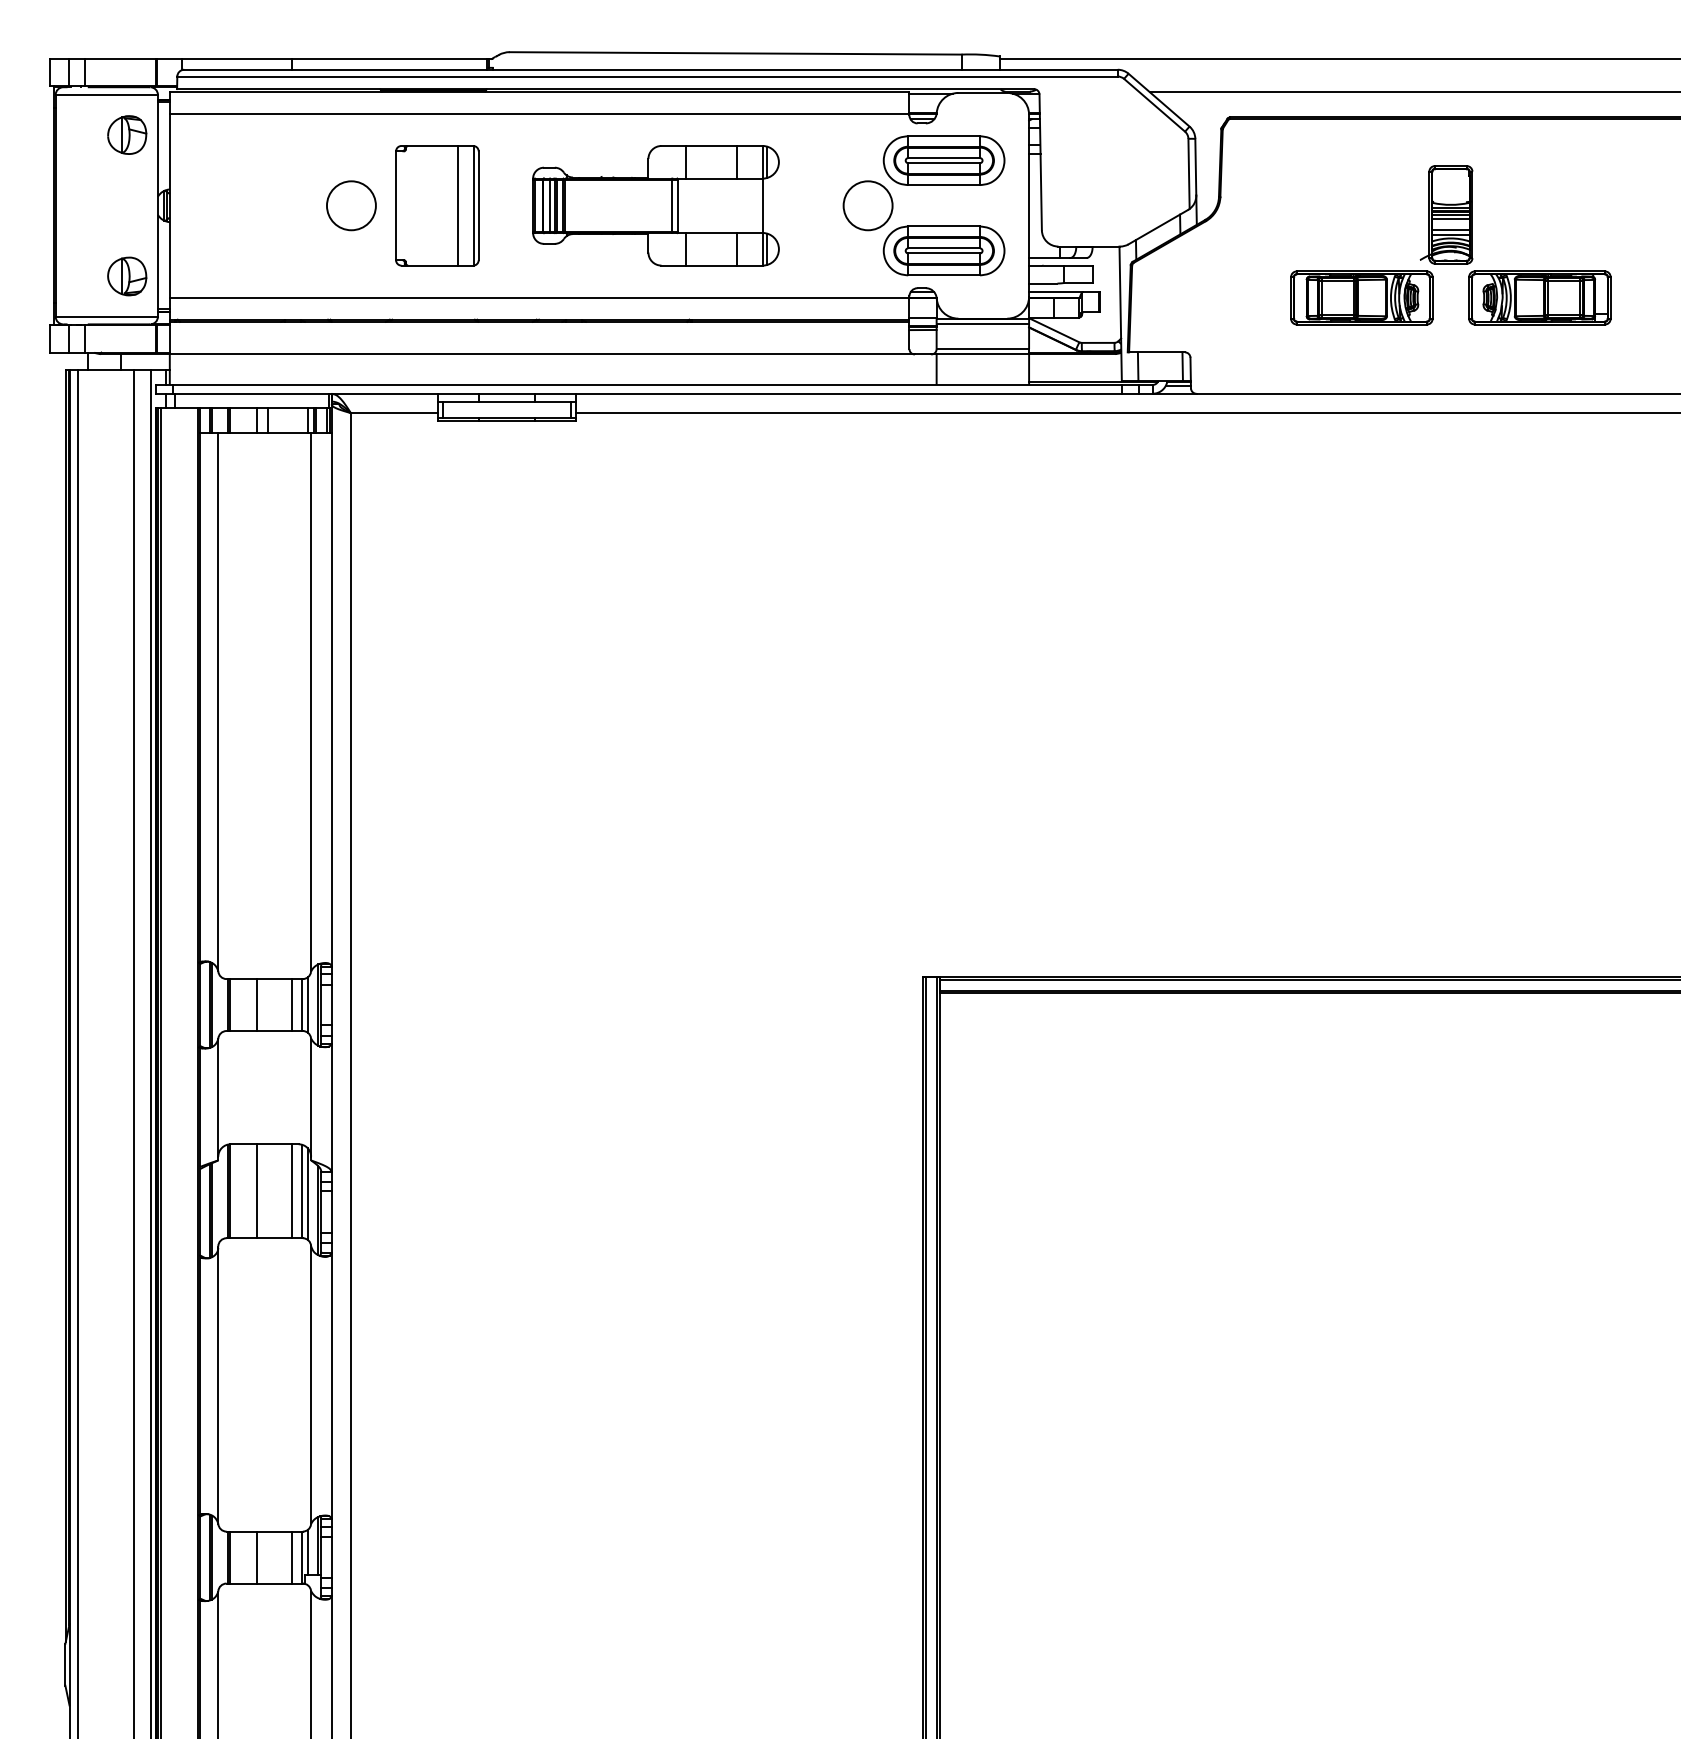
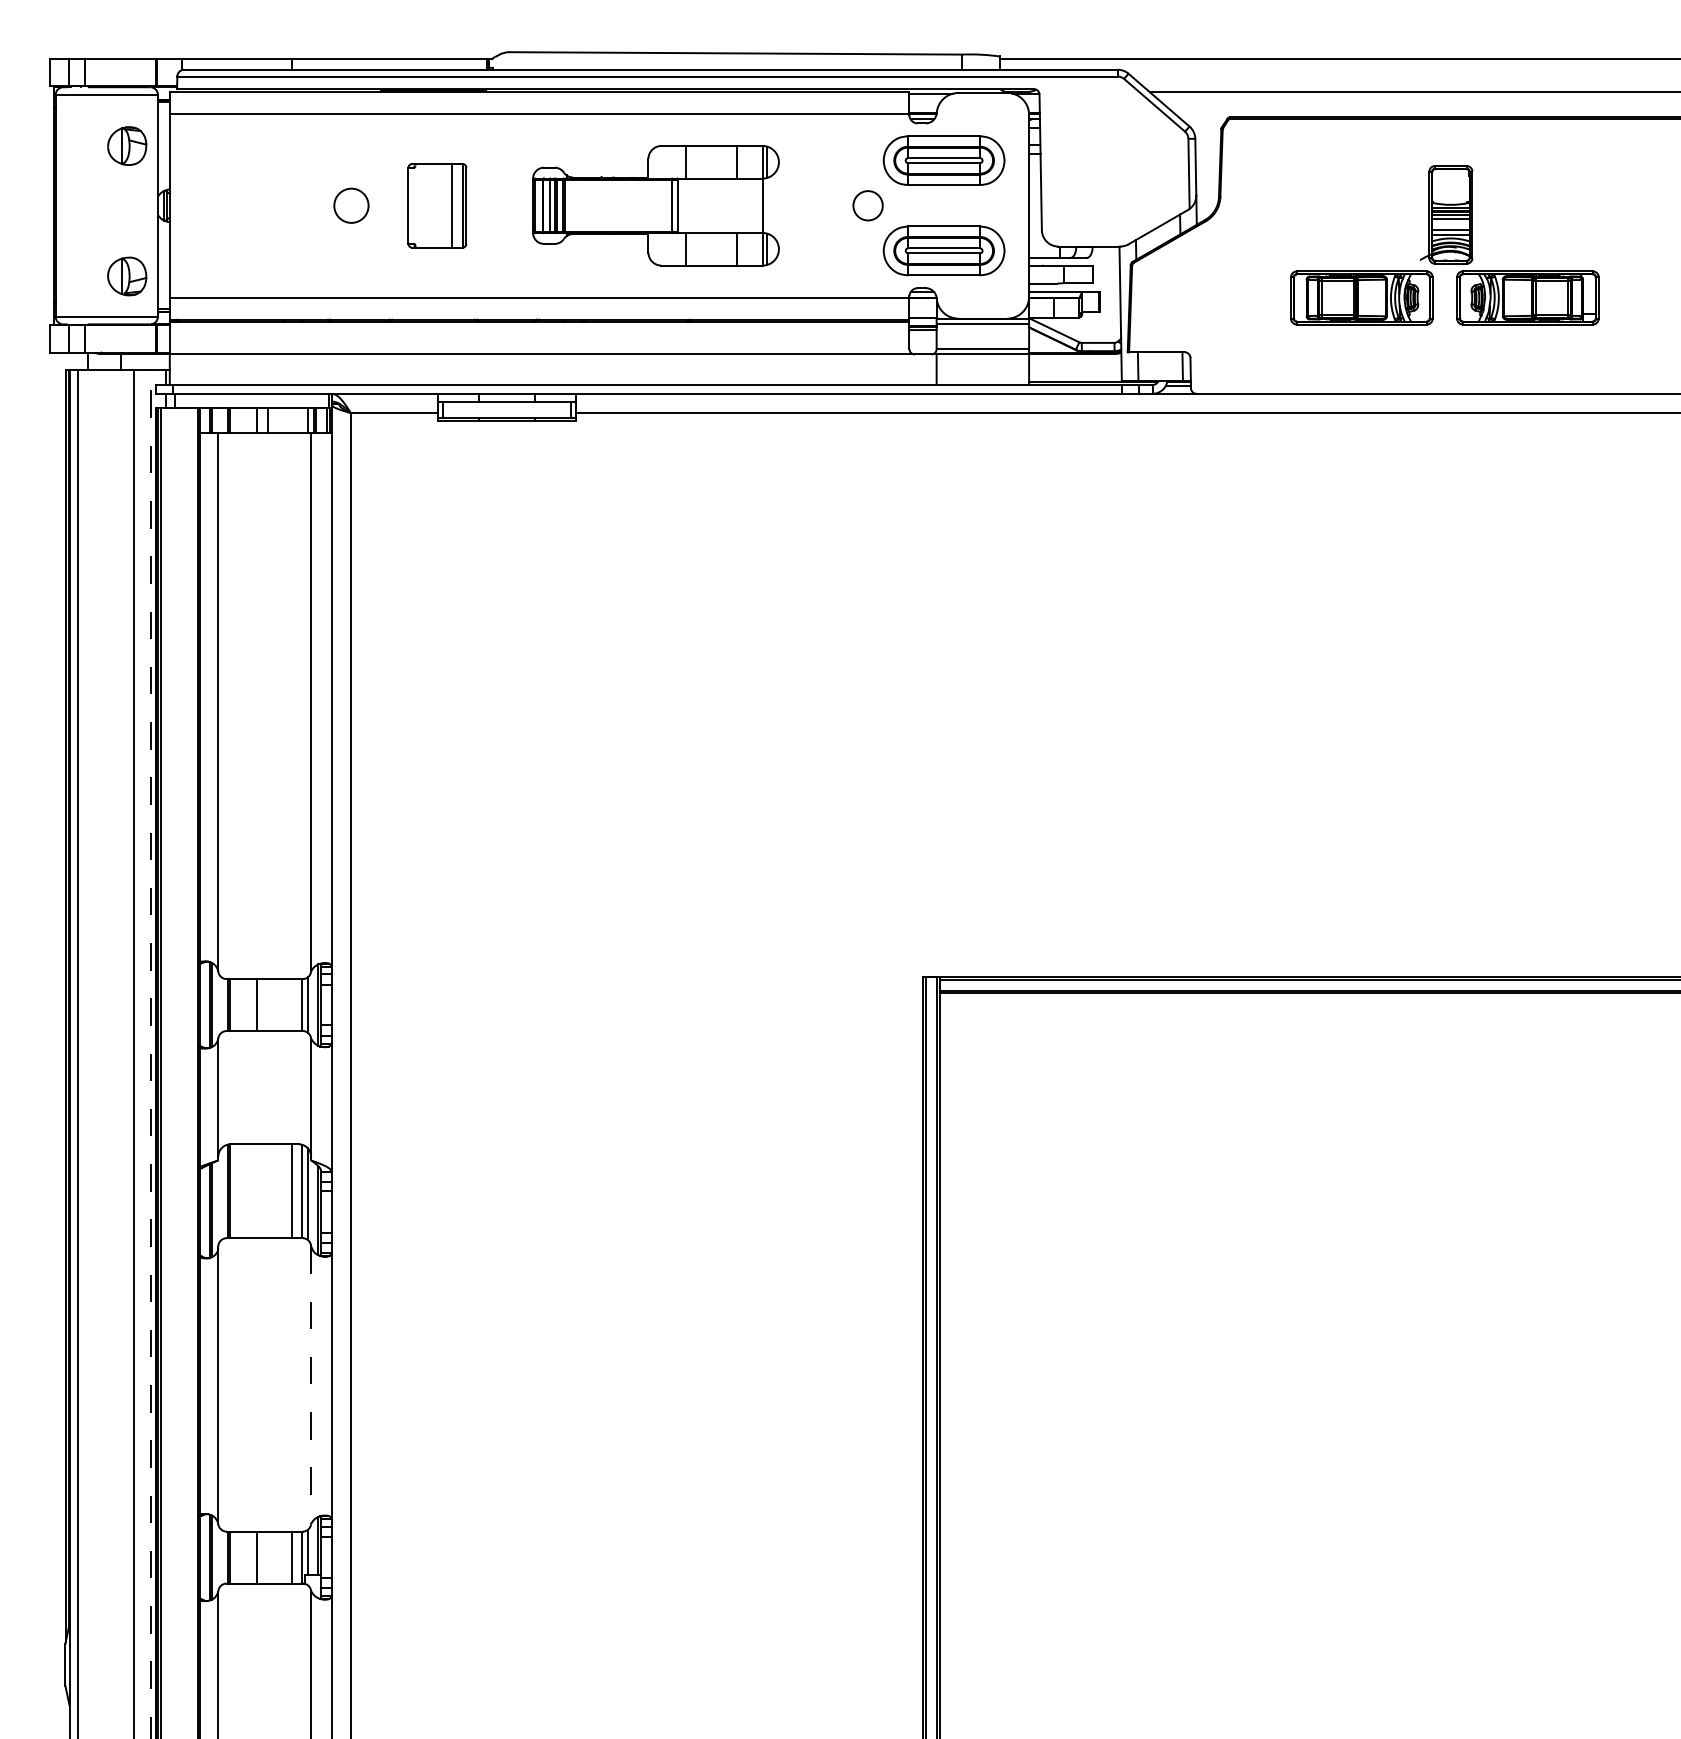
part at (127, 134) position: (127, 134) -> (127, 145)
circle at (350, 205) diameter: 49 px -> 34 px
part at (437, 205) size: 85x122 px -> 61x86 px
circle at (867, 205) diameter: 49 px -> 29 px
part at (1539, 297) position: (1539, 297) -> (1527, 297)
line at (291, 1005): present -> none
line at (150, 1054): solid -> dashed
line at (257, 1191): present -> none
line at (311, 1385): solid -> dashed
